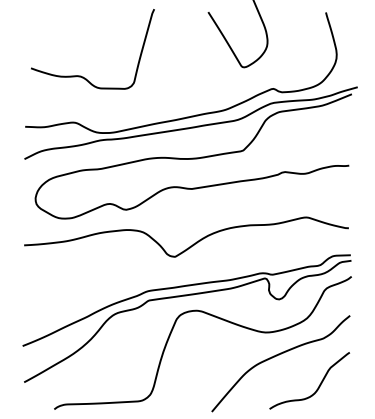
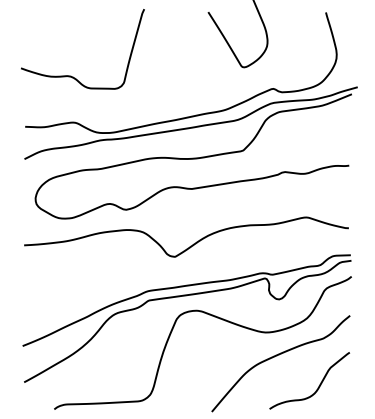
curve at (83, 76) position: (83, 76) -> (73, 76)
